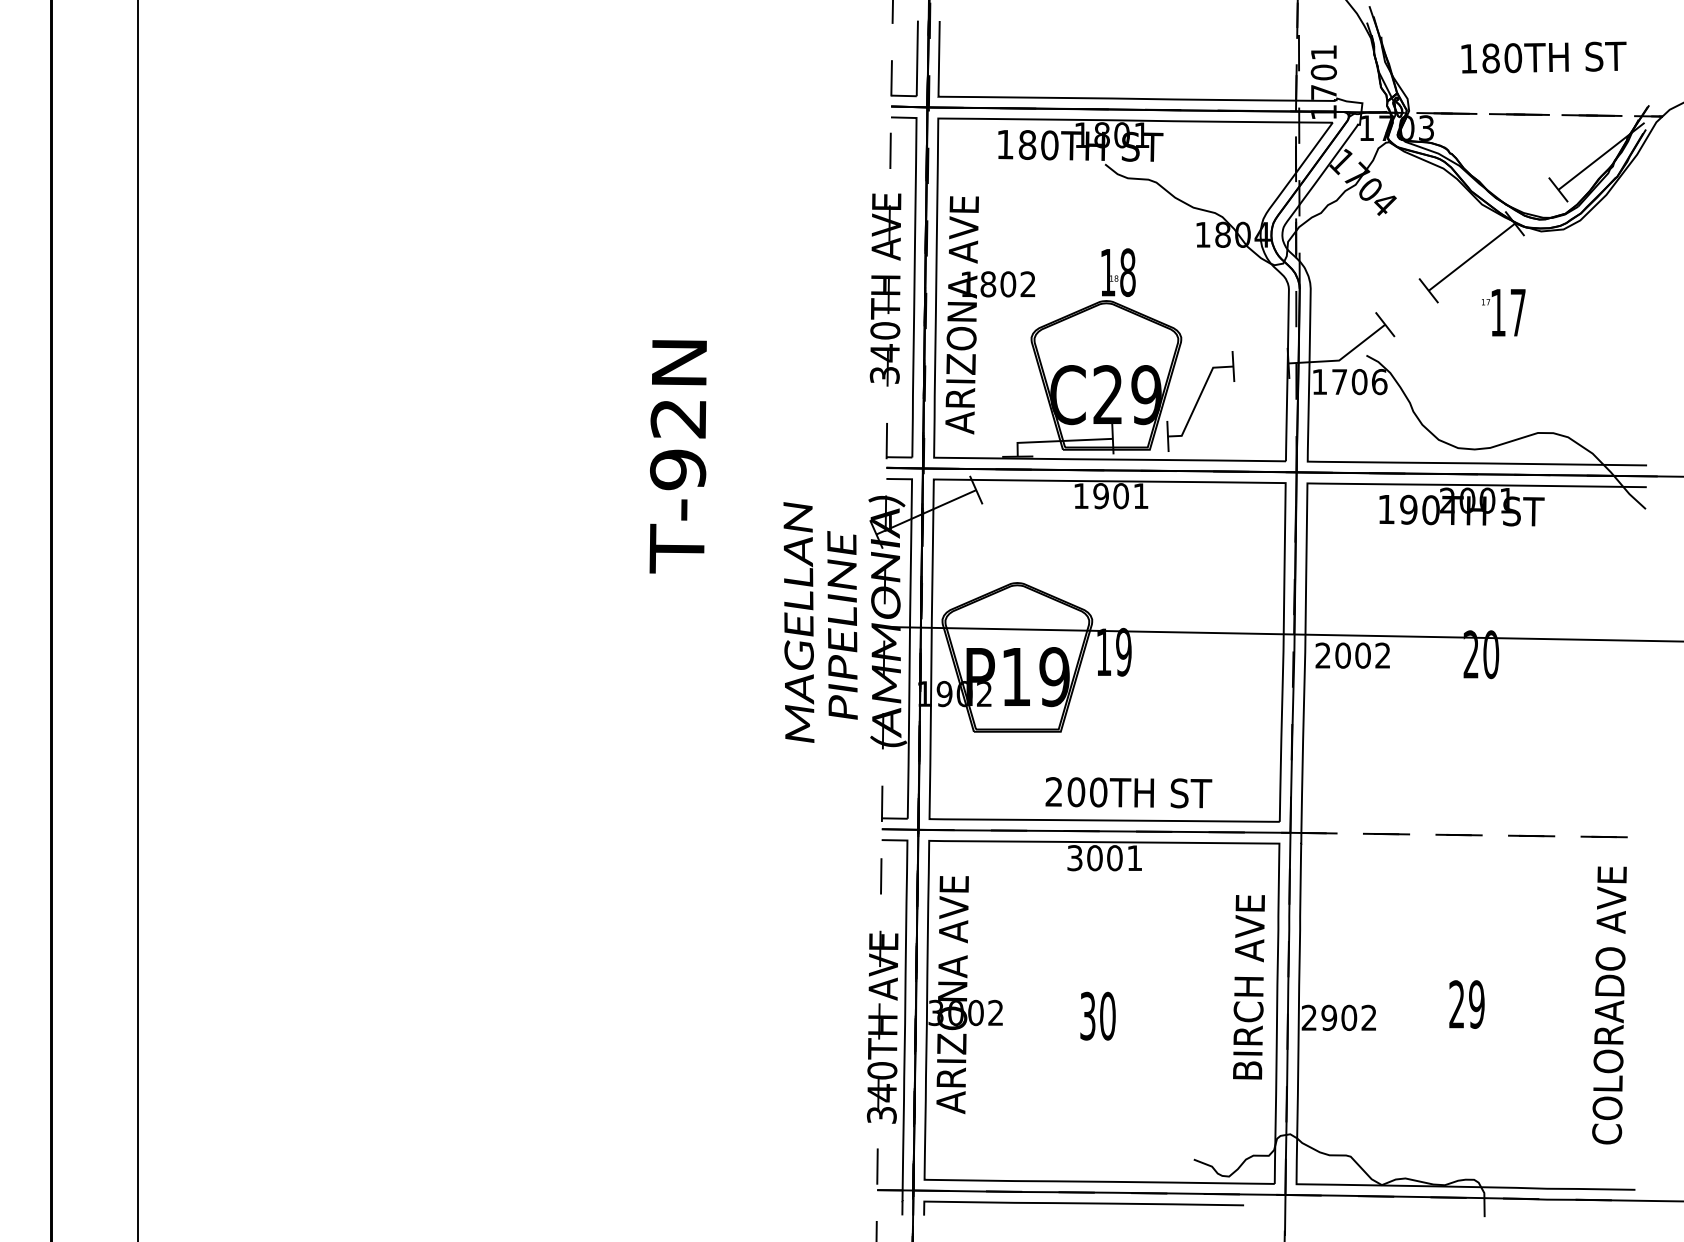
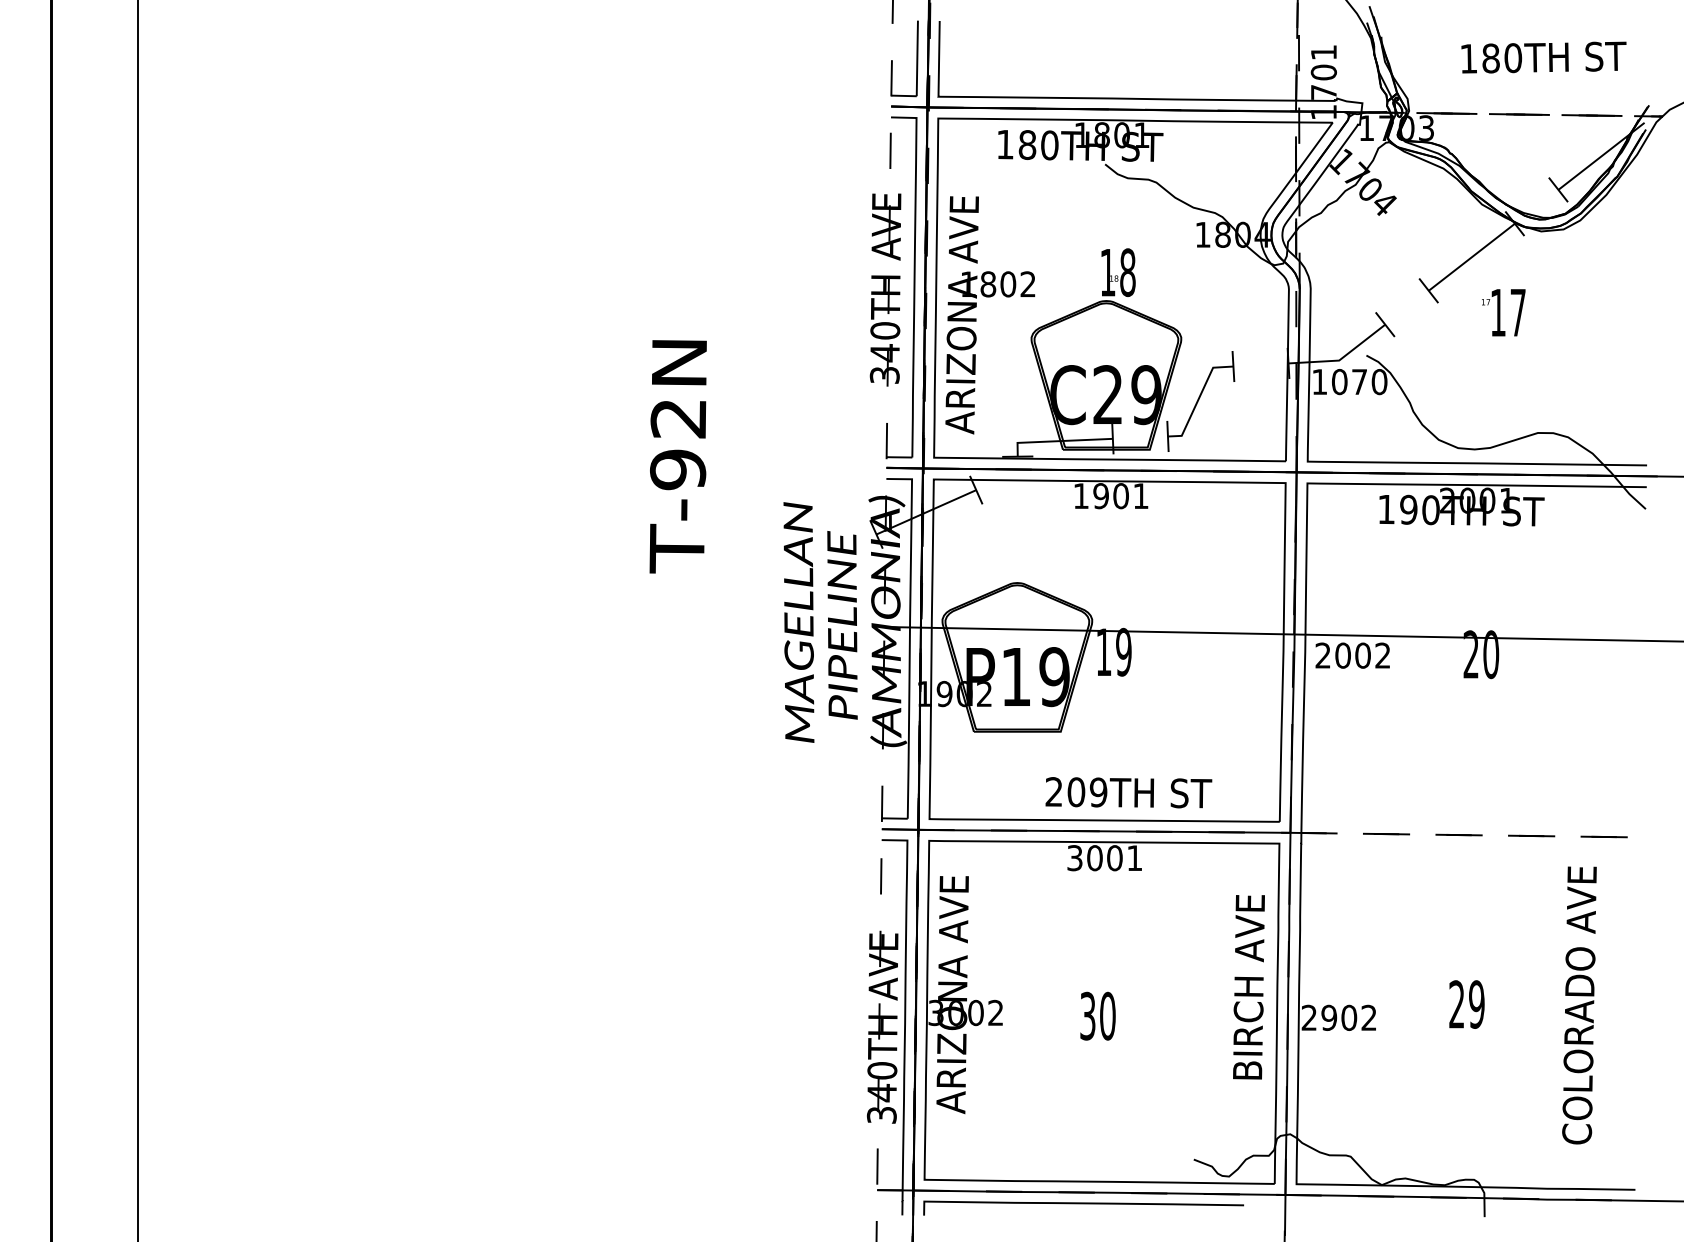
text at (1359, 382): 1706 -> 1070
text at (1098, 792): 200TH -> 209TH
text at (1609, 1005) position: (1609, 1005) -> (1579, 1005)
